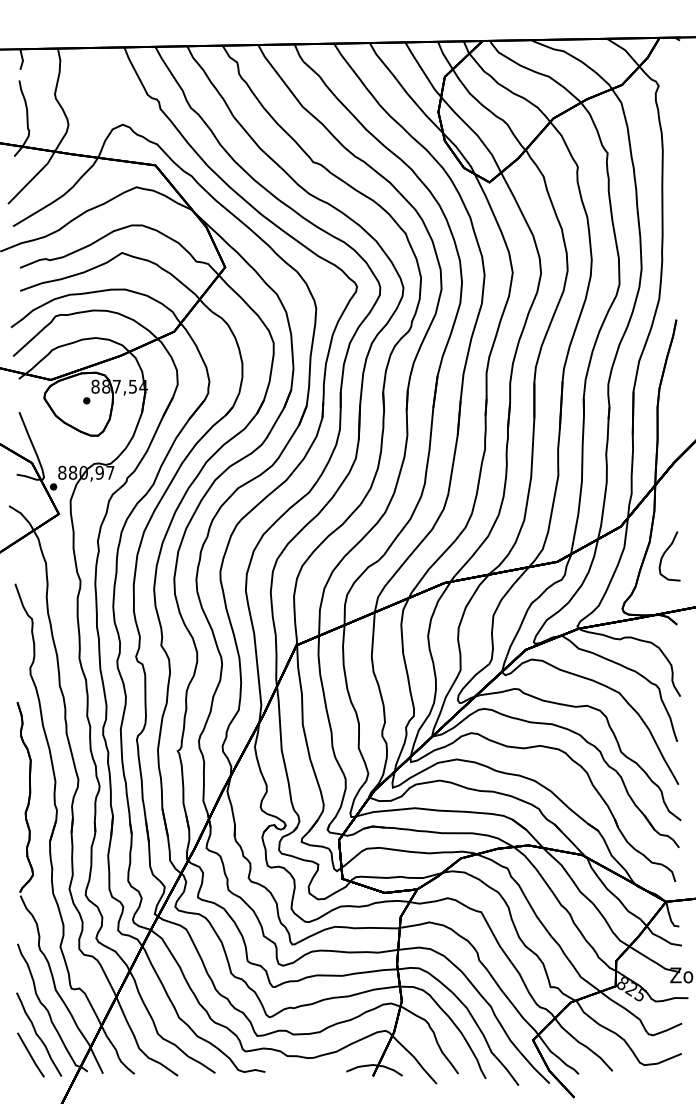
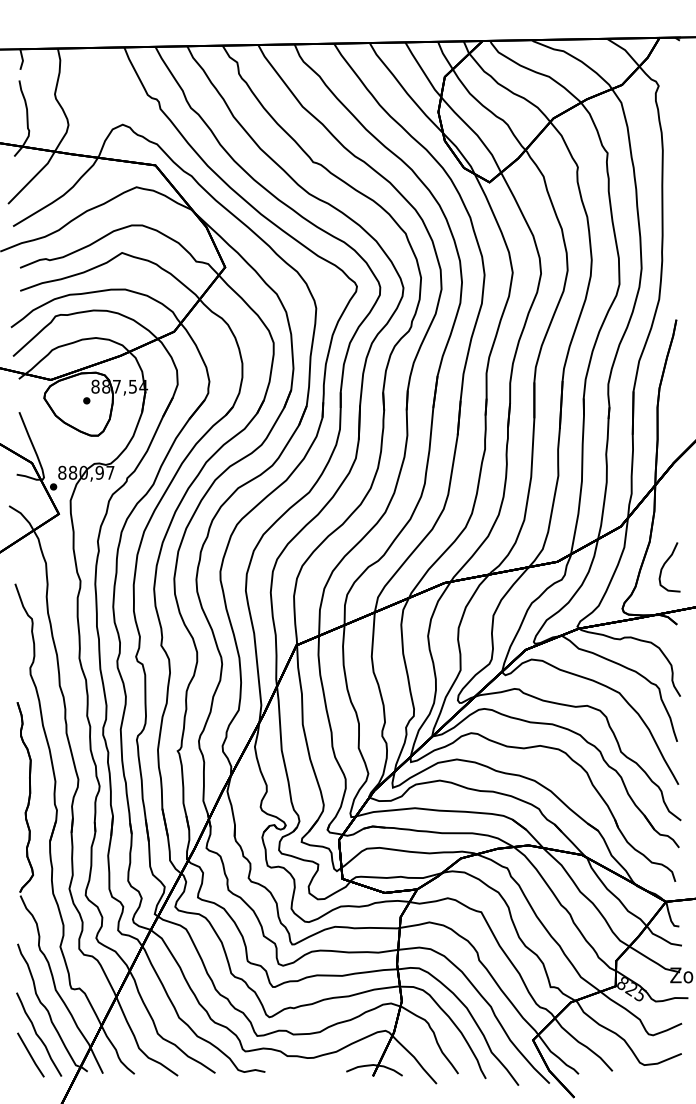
curve at (665, 553) position: (665, 553) -> (665, 564)
